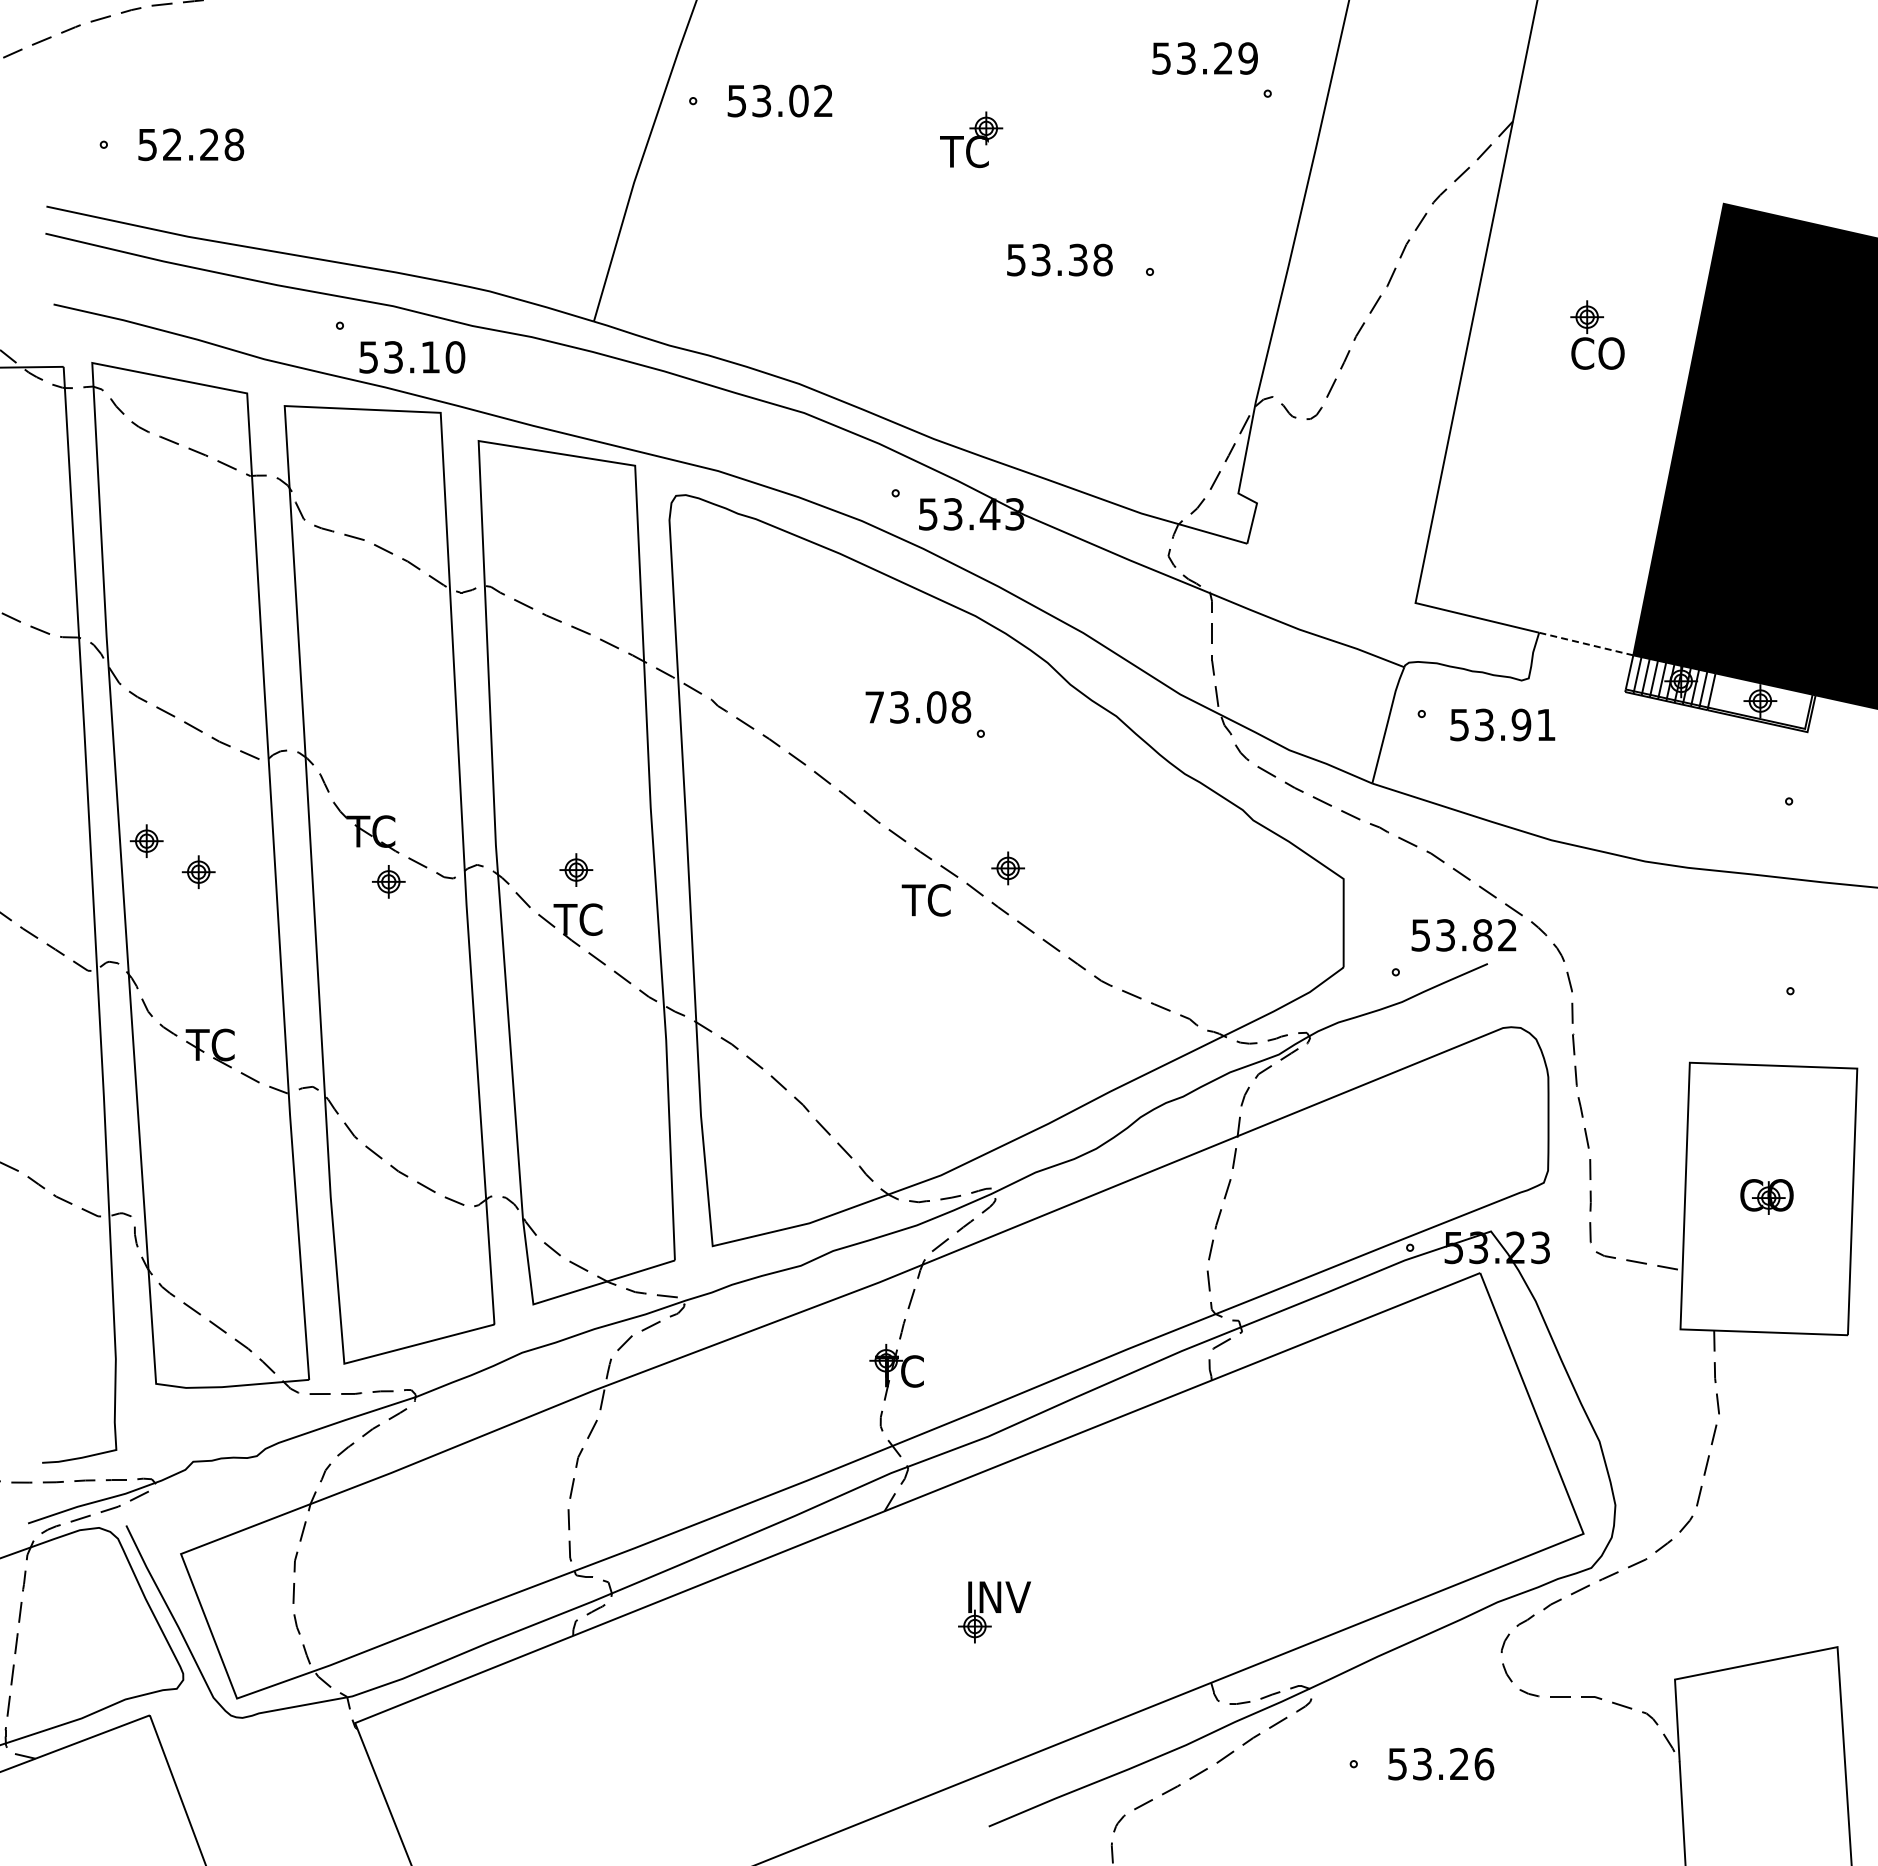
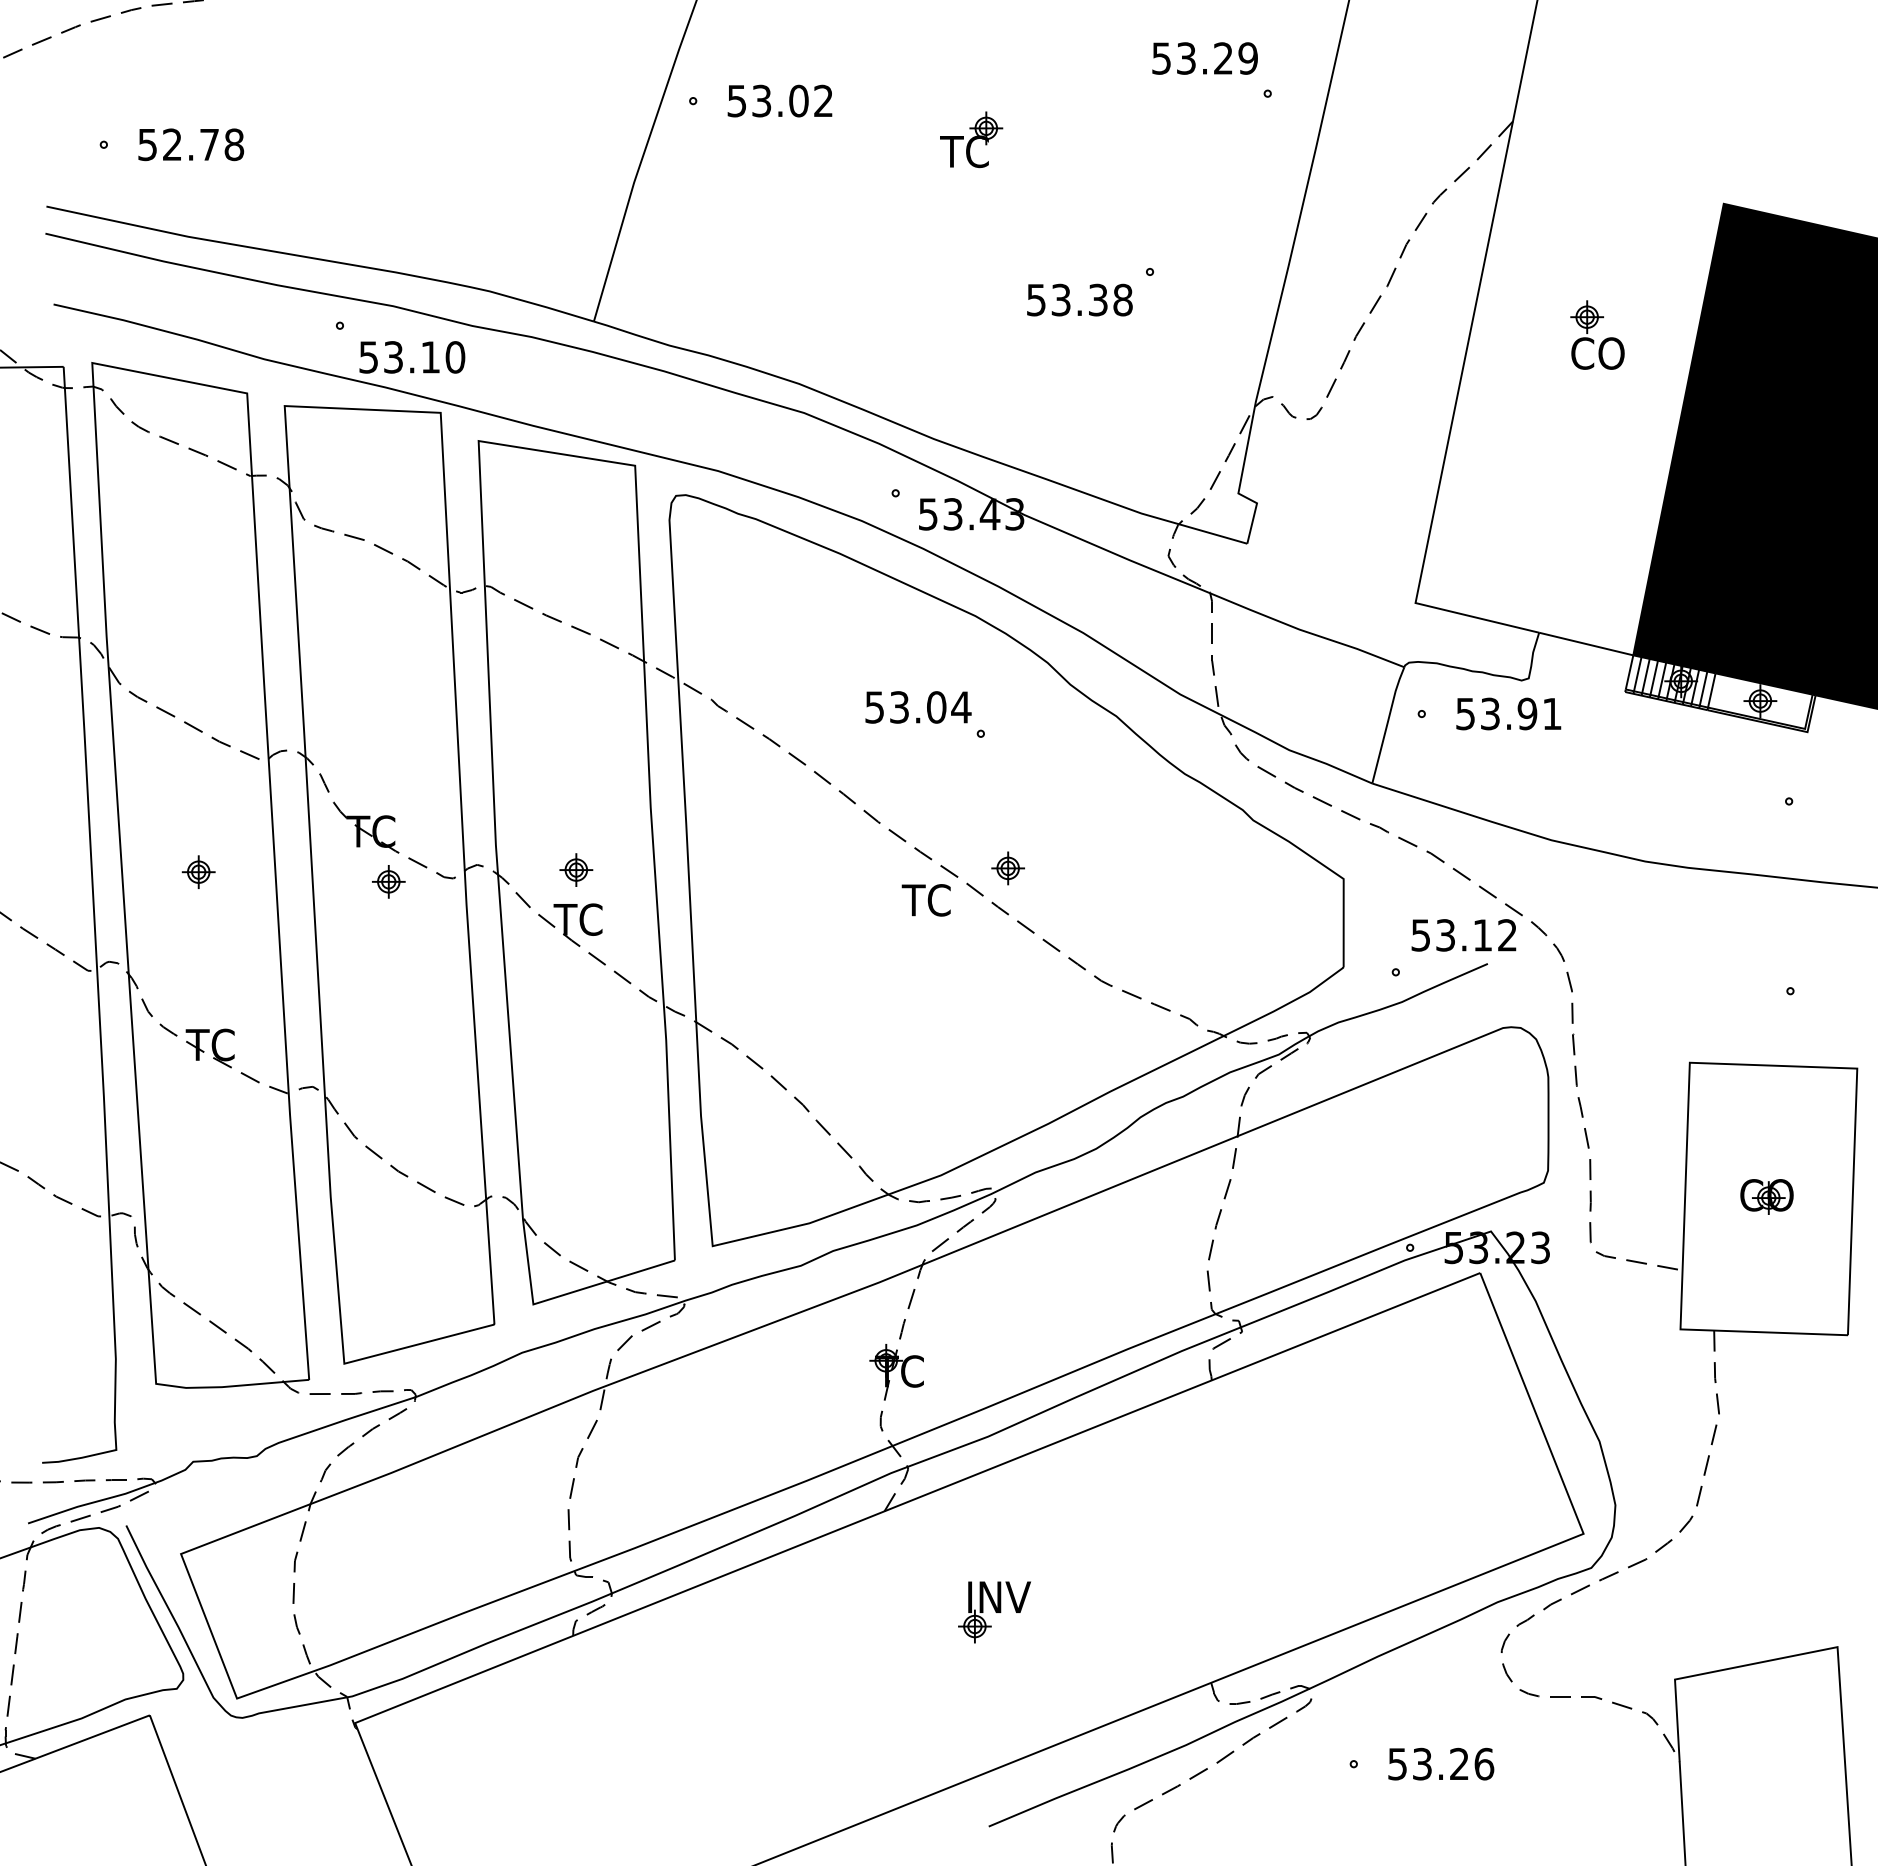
text at (209, 144): 52.28 -> 52.78
text at (1059, 259) position: (1059, 259) -> (1079, 299)
line at (1585, 643): dashed -> solid
text at (918, 707): 73.08 -> 53.04
text at (1502, 724) position: (1502, 724) -> (1508, 713)
part at (146, 840): present -> none
text at (1482, 935): 53.82 -> 53.12
